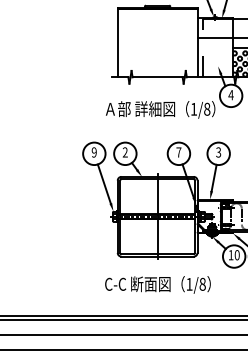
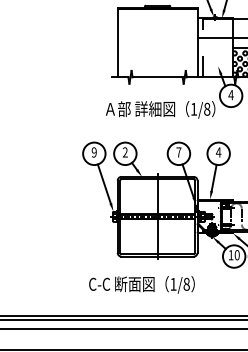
text at (218, 152): 3 -> 4
text at (157, 284) position: (157, 284) -> (141, 284)
line at (123, 334) position: (123, 334) -> (123, 328)
